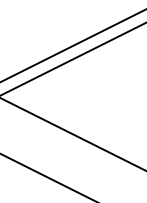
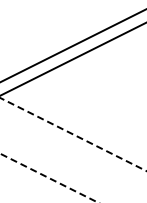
line at (73, 134): solid -> dashed
line at (49, 178): solid -> dashed
